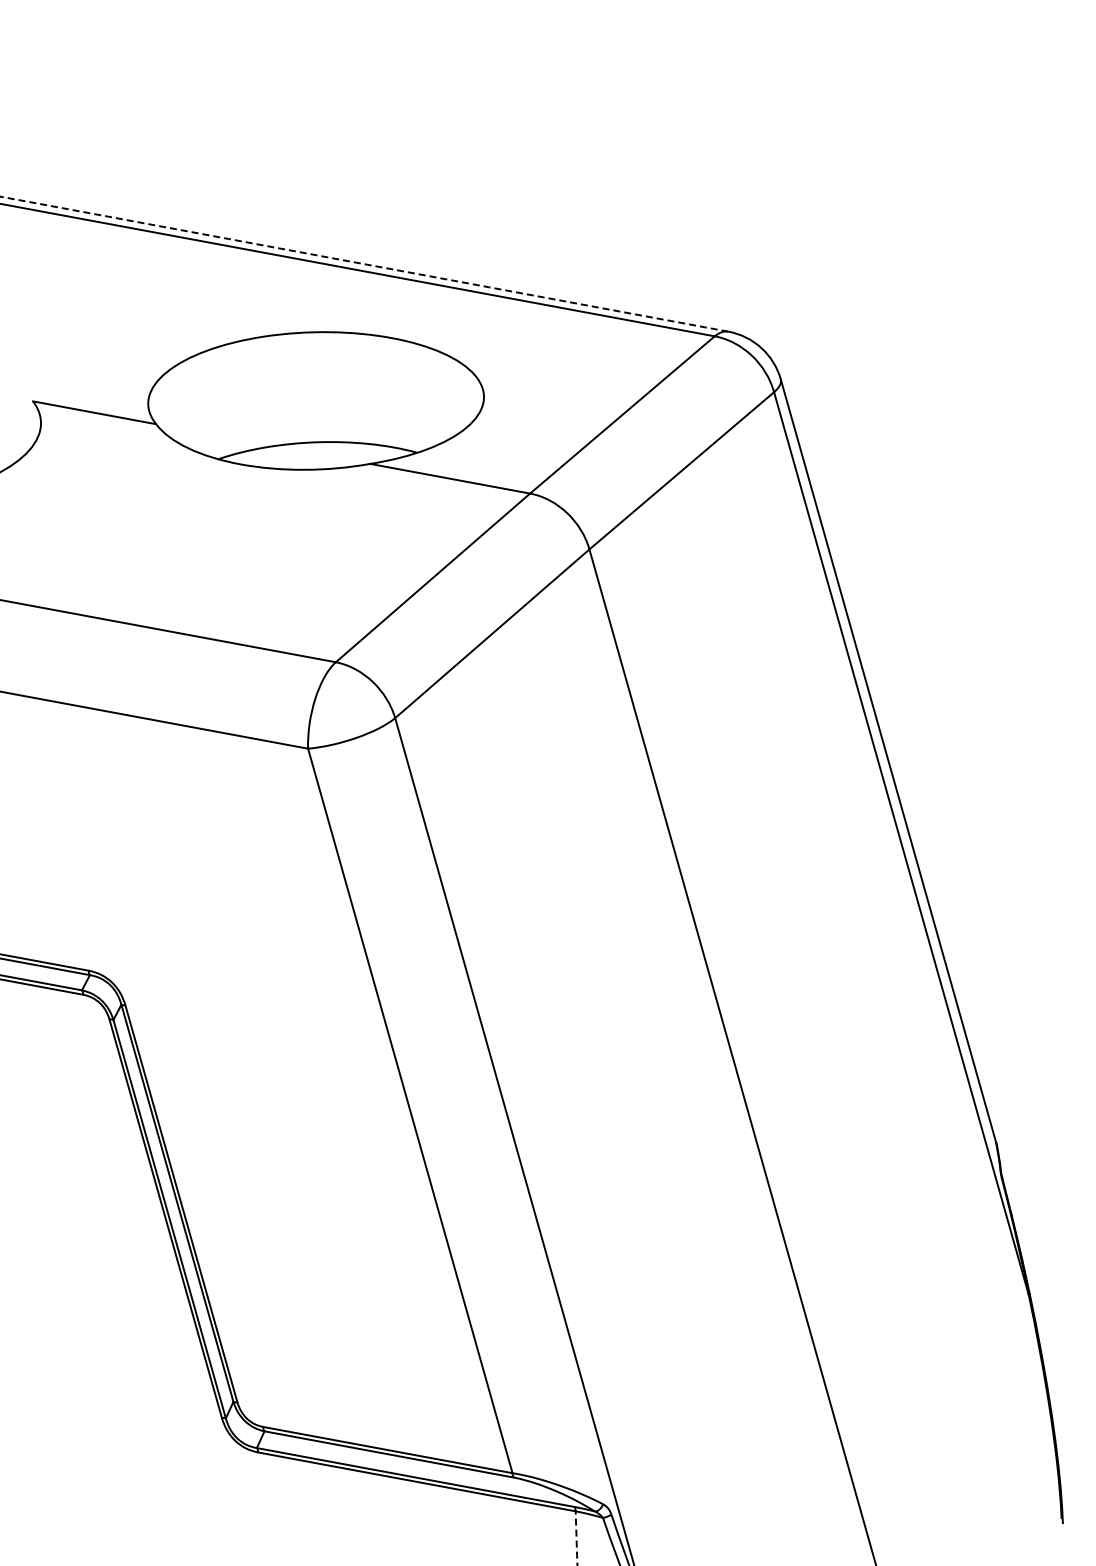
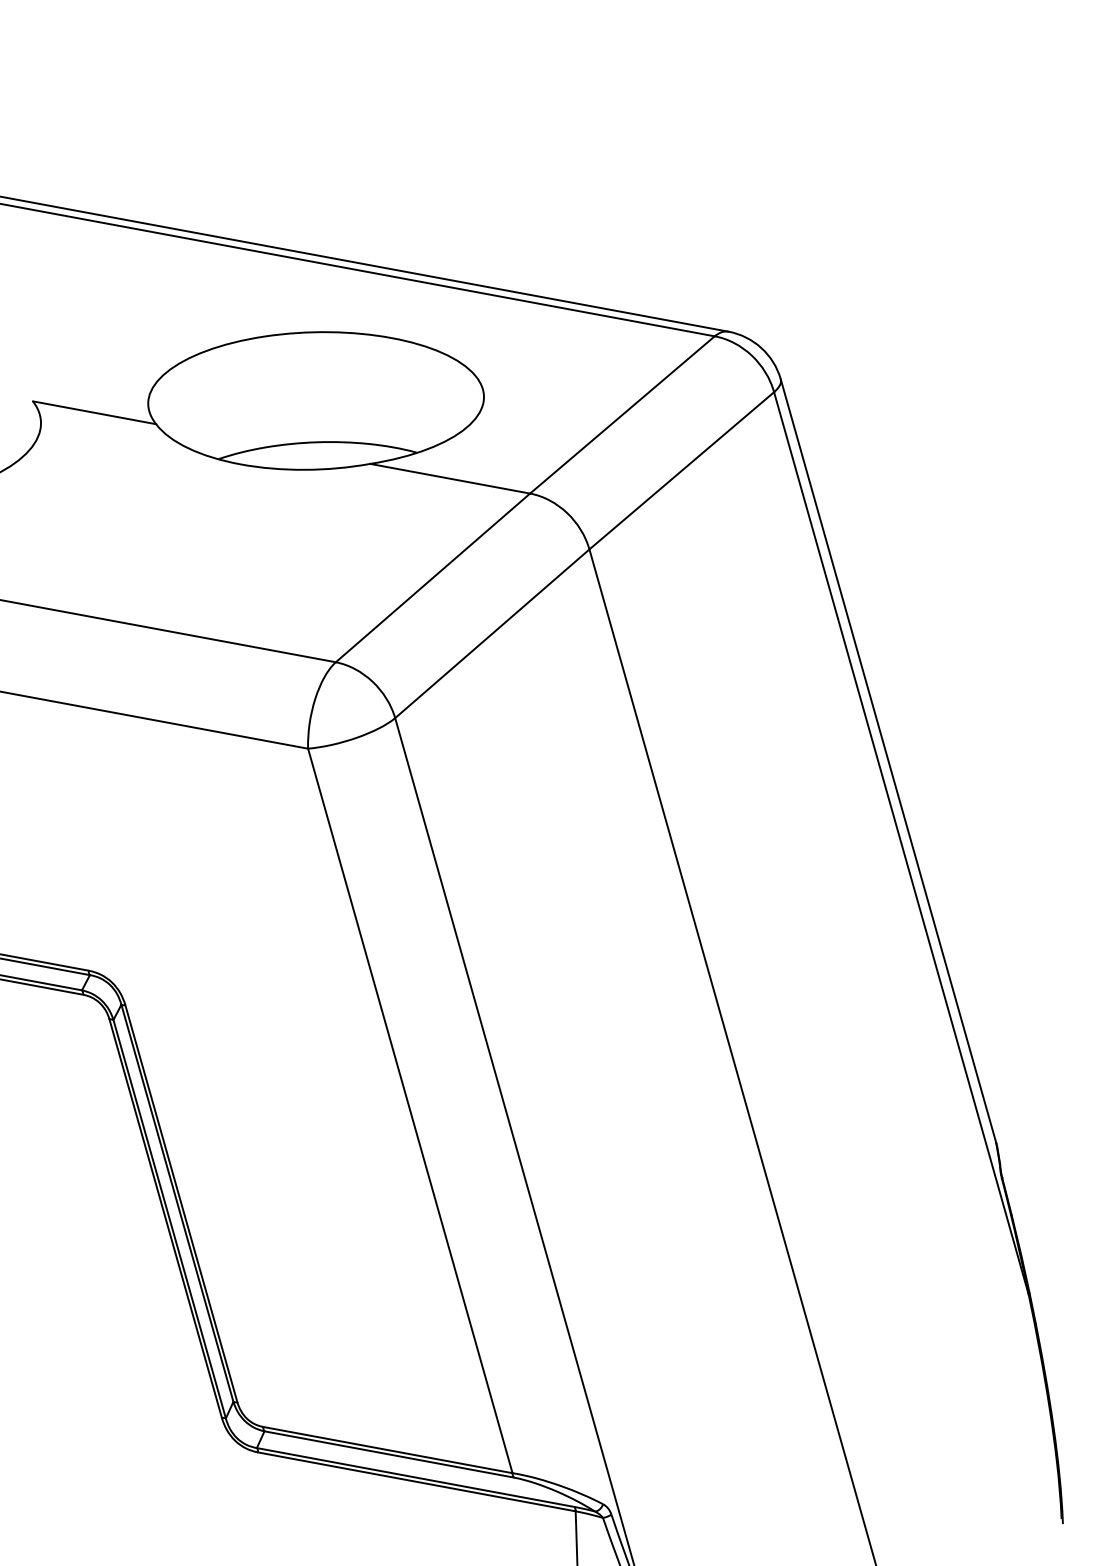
line at (363, 264): dashed -> solid
line at (576, 1538): dashed -> solid
